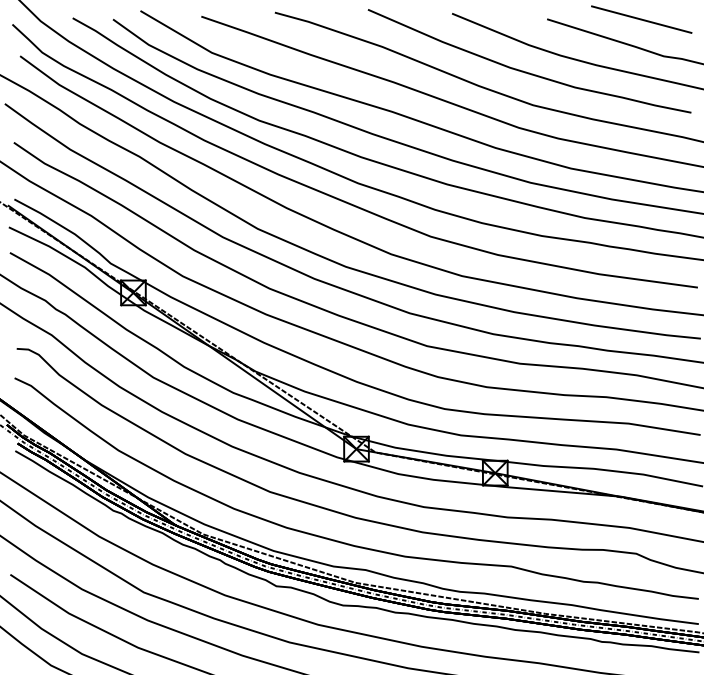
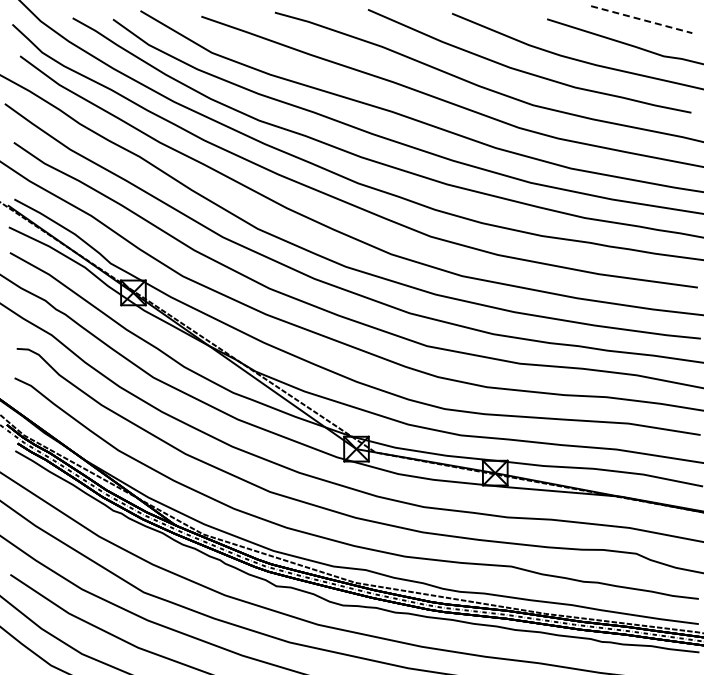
line at (642, 19): solid -> dashed
